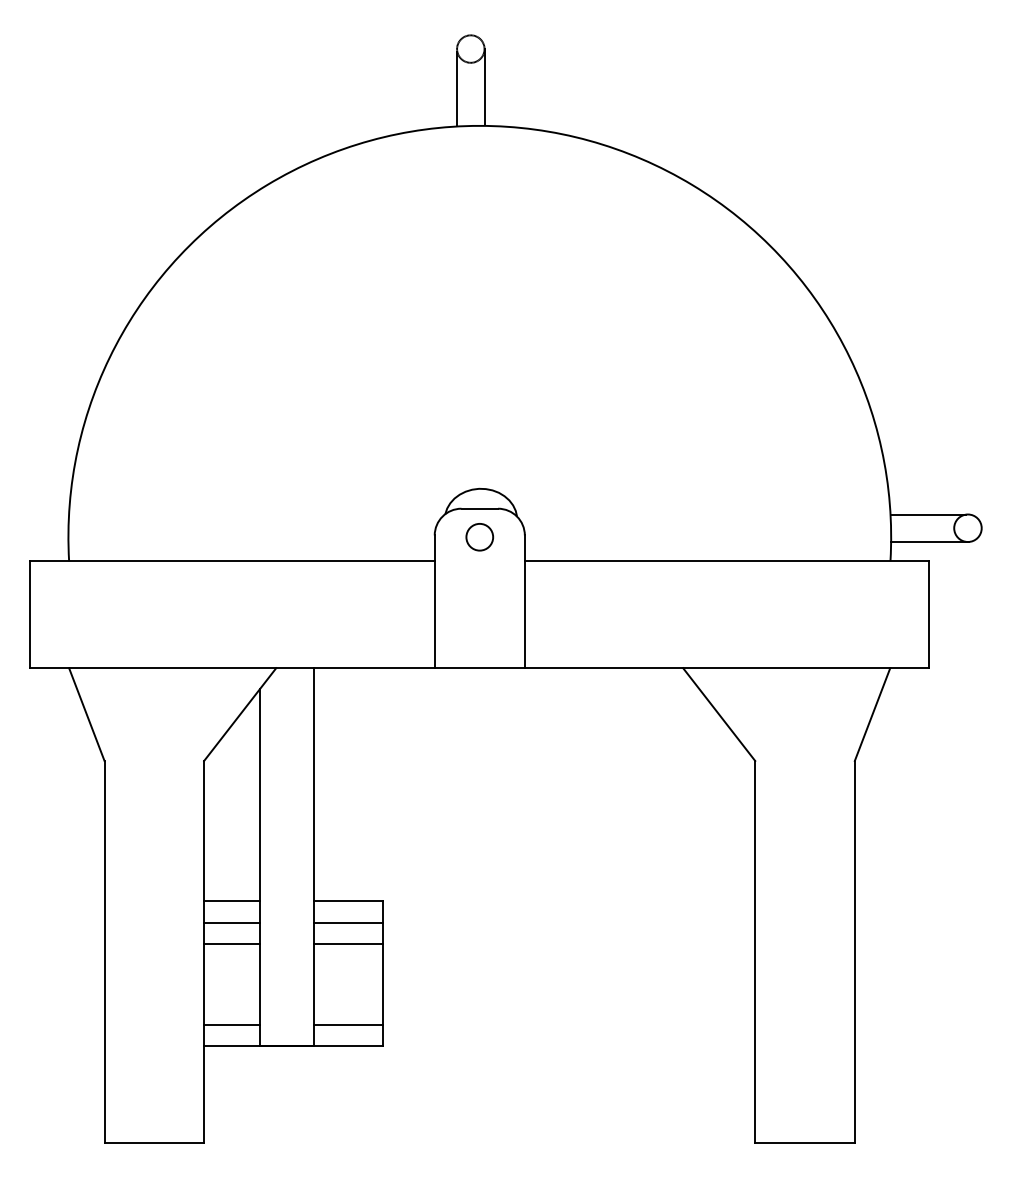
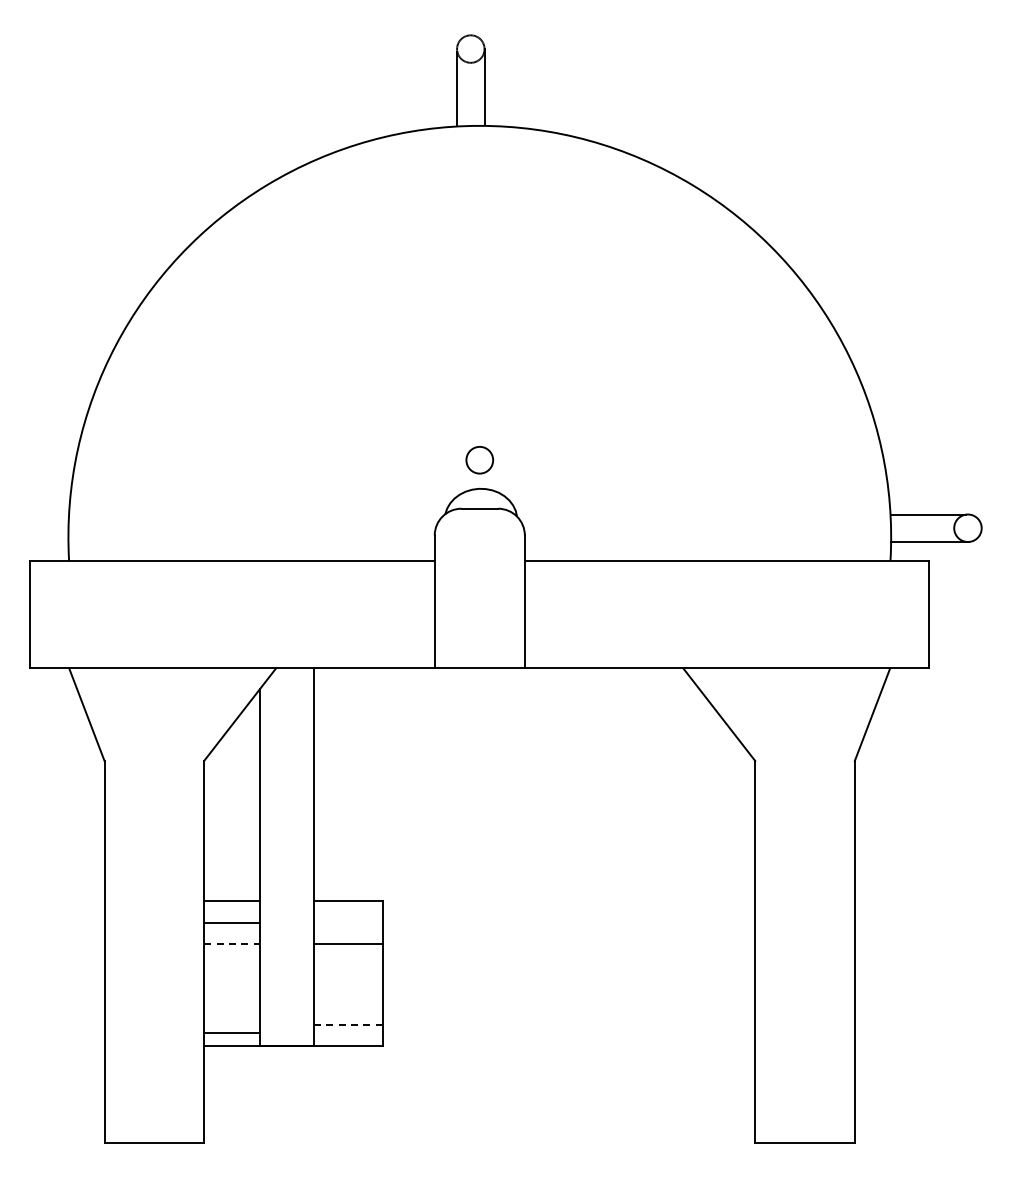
circle at (479, 537) position: (479, 537) -> (479, 460)
line at (347, 922): present -> none
line at (232, 944): solid -> dashed
line at (232, 1024) position: (232, 1024) -> (232, 1032)
line at (348, 1024): solid -> dashed
